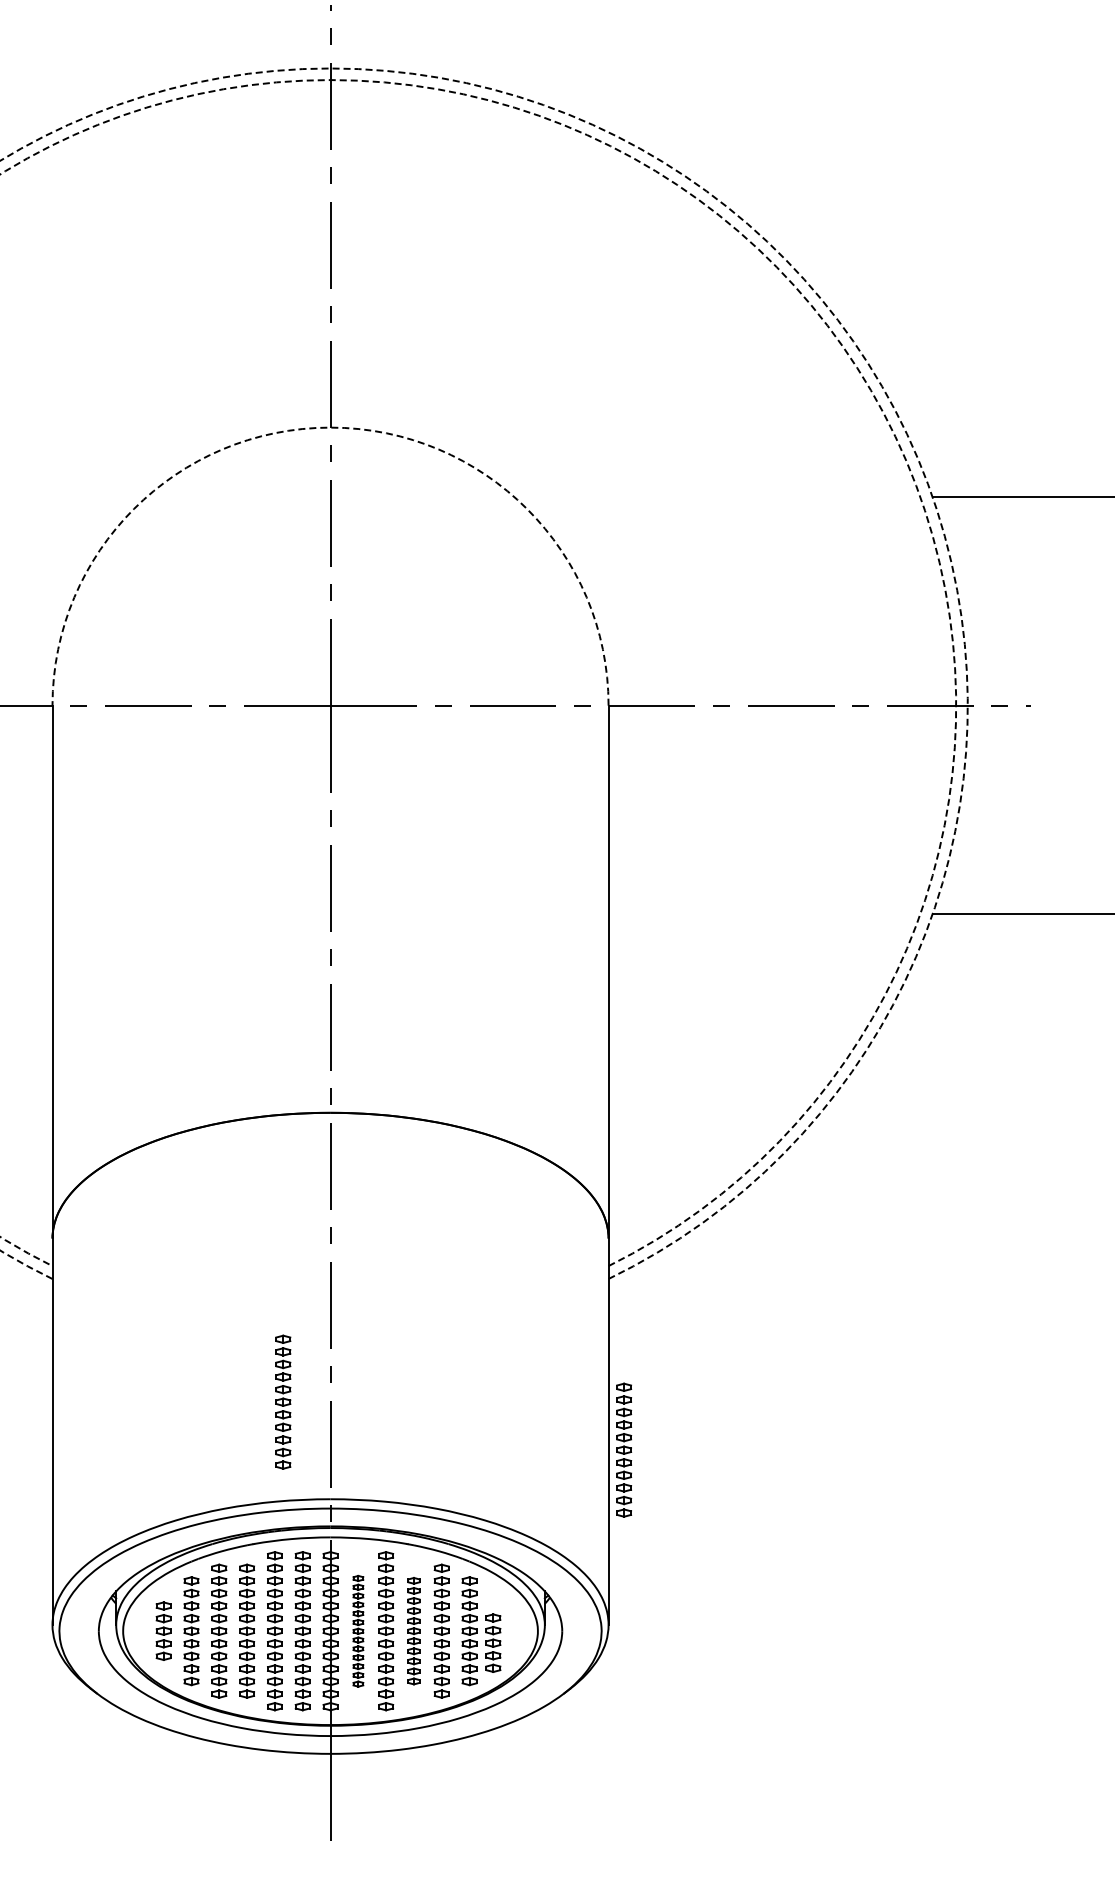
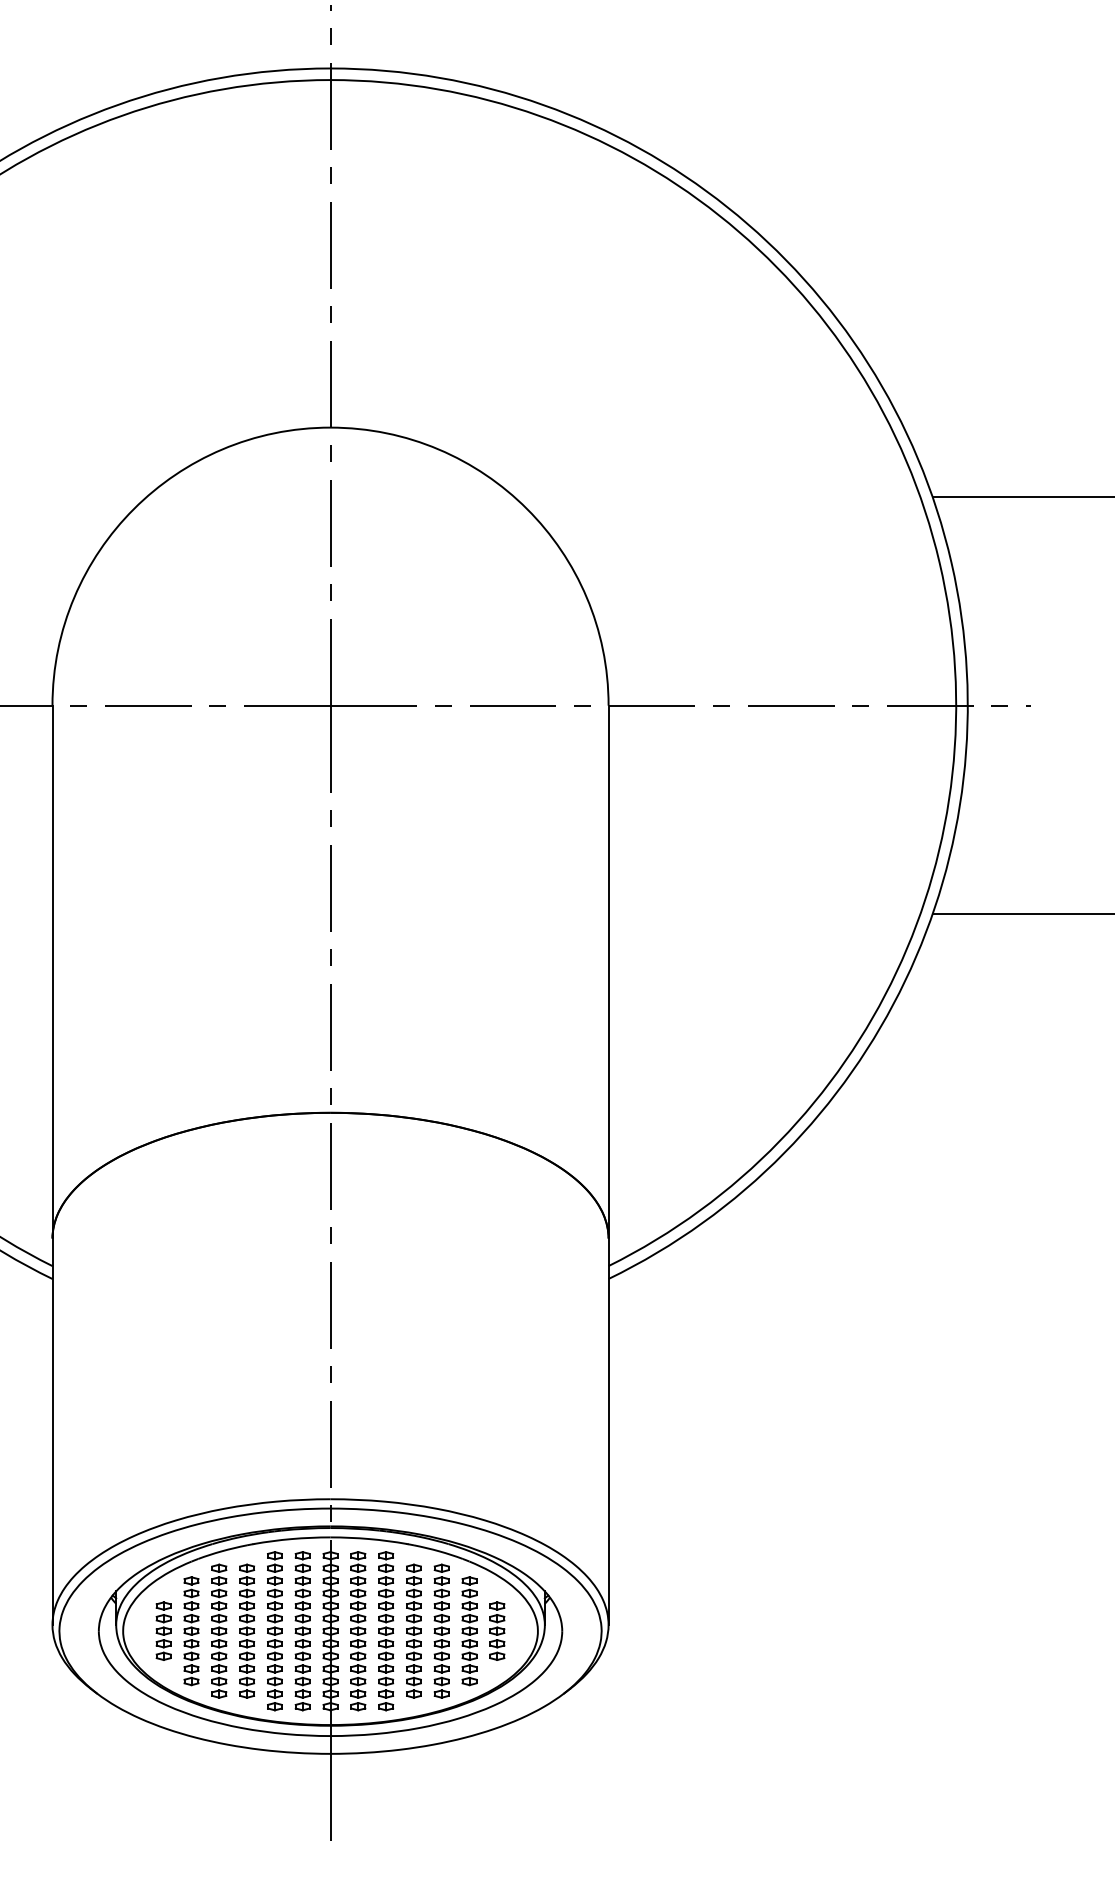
arc at (861, 374): dashed -> solid
arc at (875, 375): dashed -> solid
arc at (330, 427): dashed -> solid
part at (283, 1401): present -> none
part at (624, 1449): present -> none
part at (358, 1630) size: 13x114 px -> 17x161 px
part at (413, 1631) size: 14x109 px -> 16x136 px
part at (493, 1642) position: (493, 1642) -> (497, 1630)
